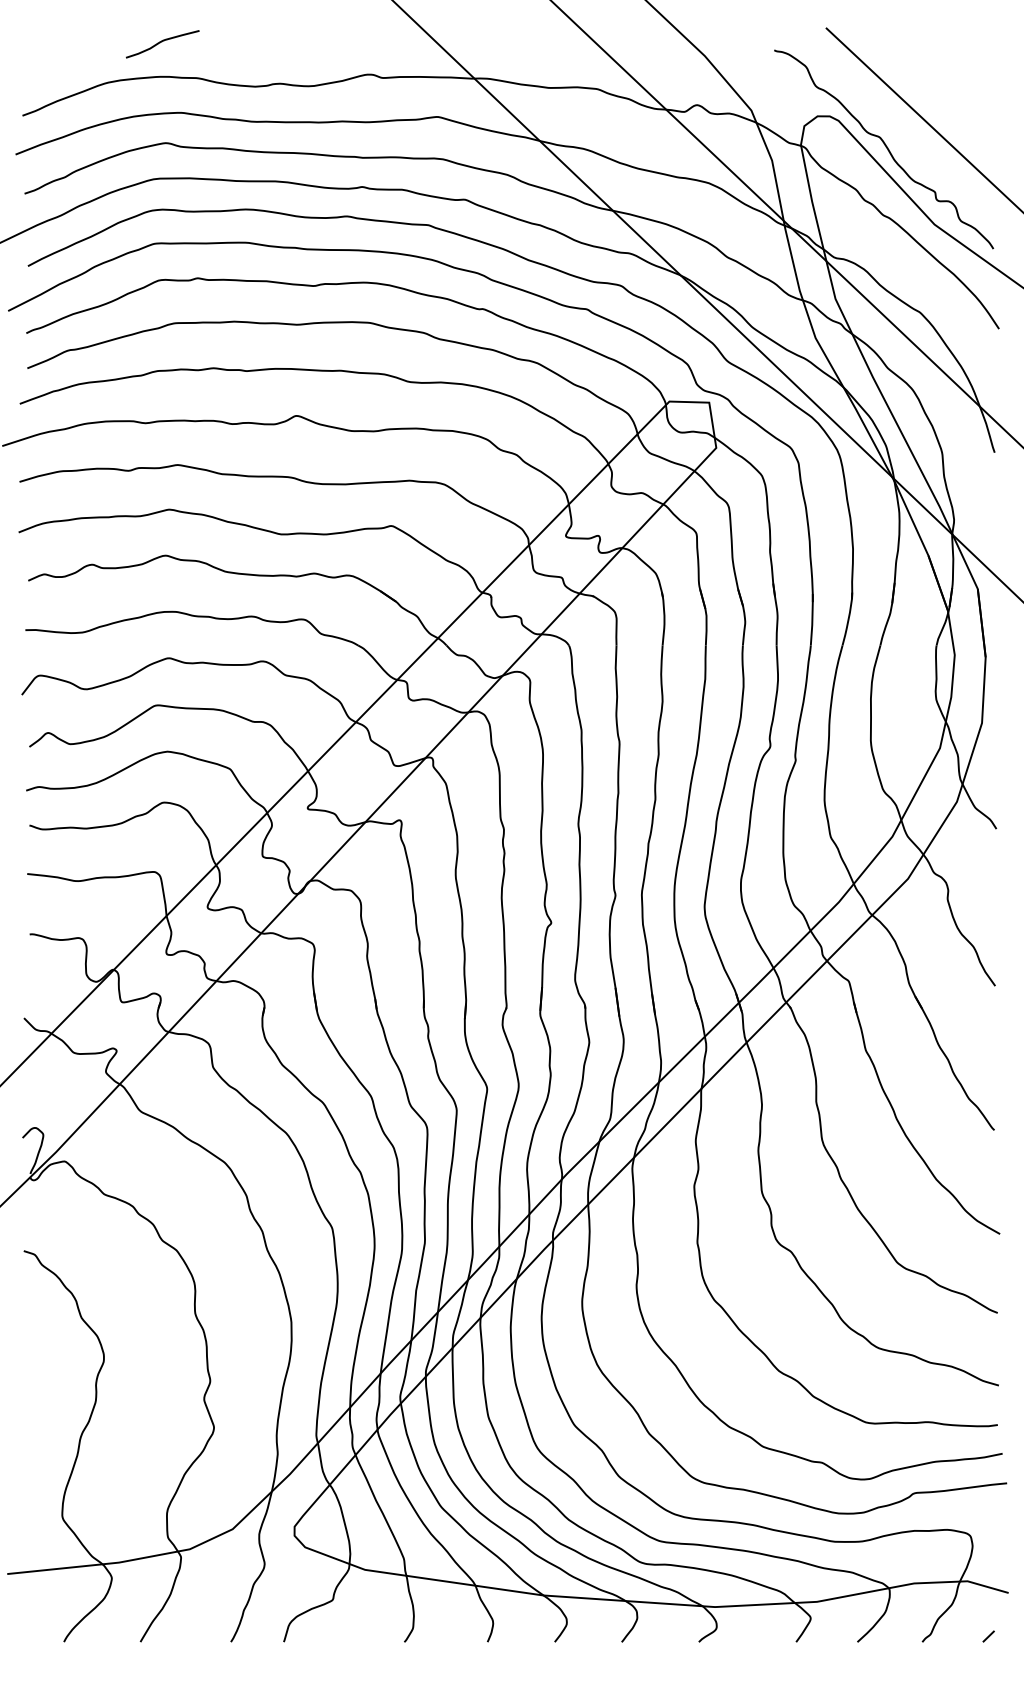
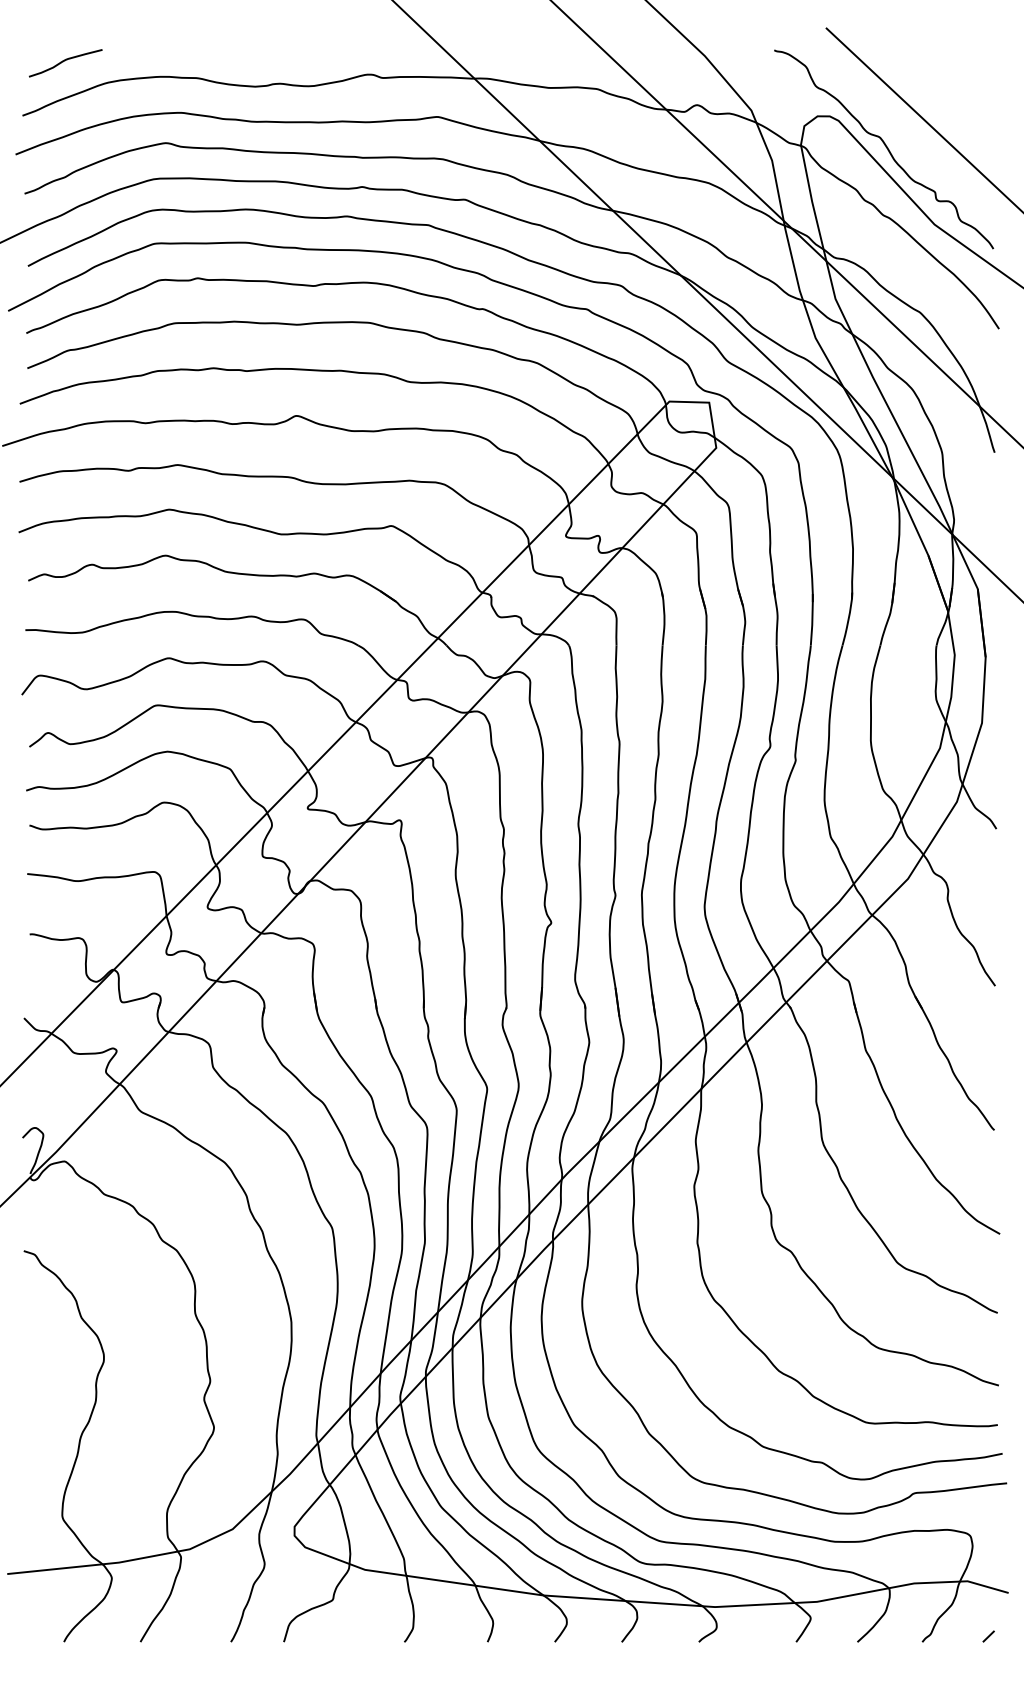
curve at (162, 42) position: (162, 42) -> (65, 61)
